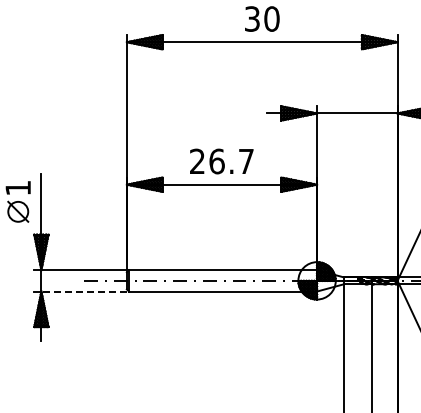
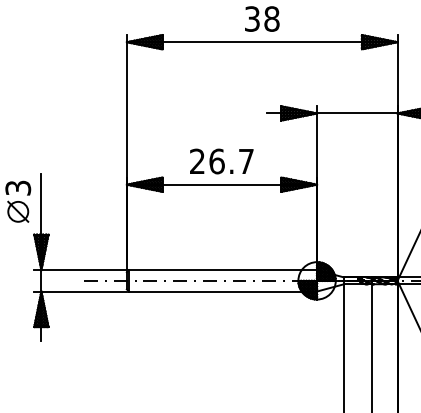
text at (271, 18): 30 -> 38
text at (18, 187): 1 -> 3
line at (84, 291): dashed -> solid
